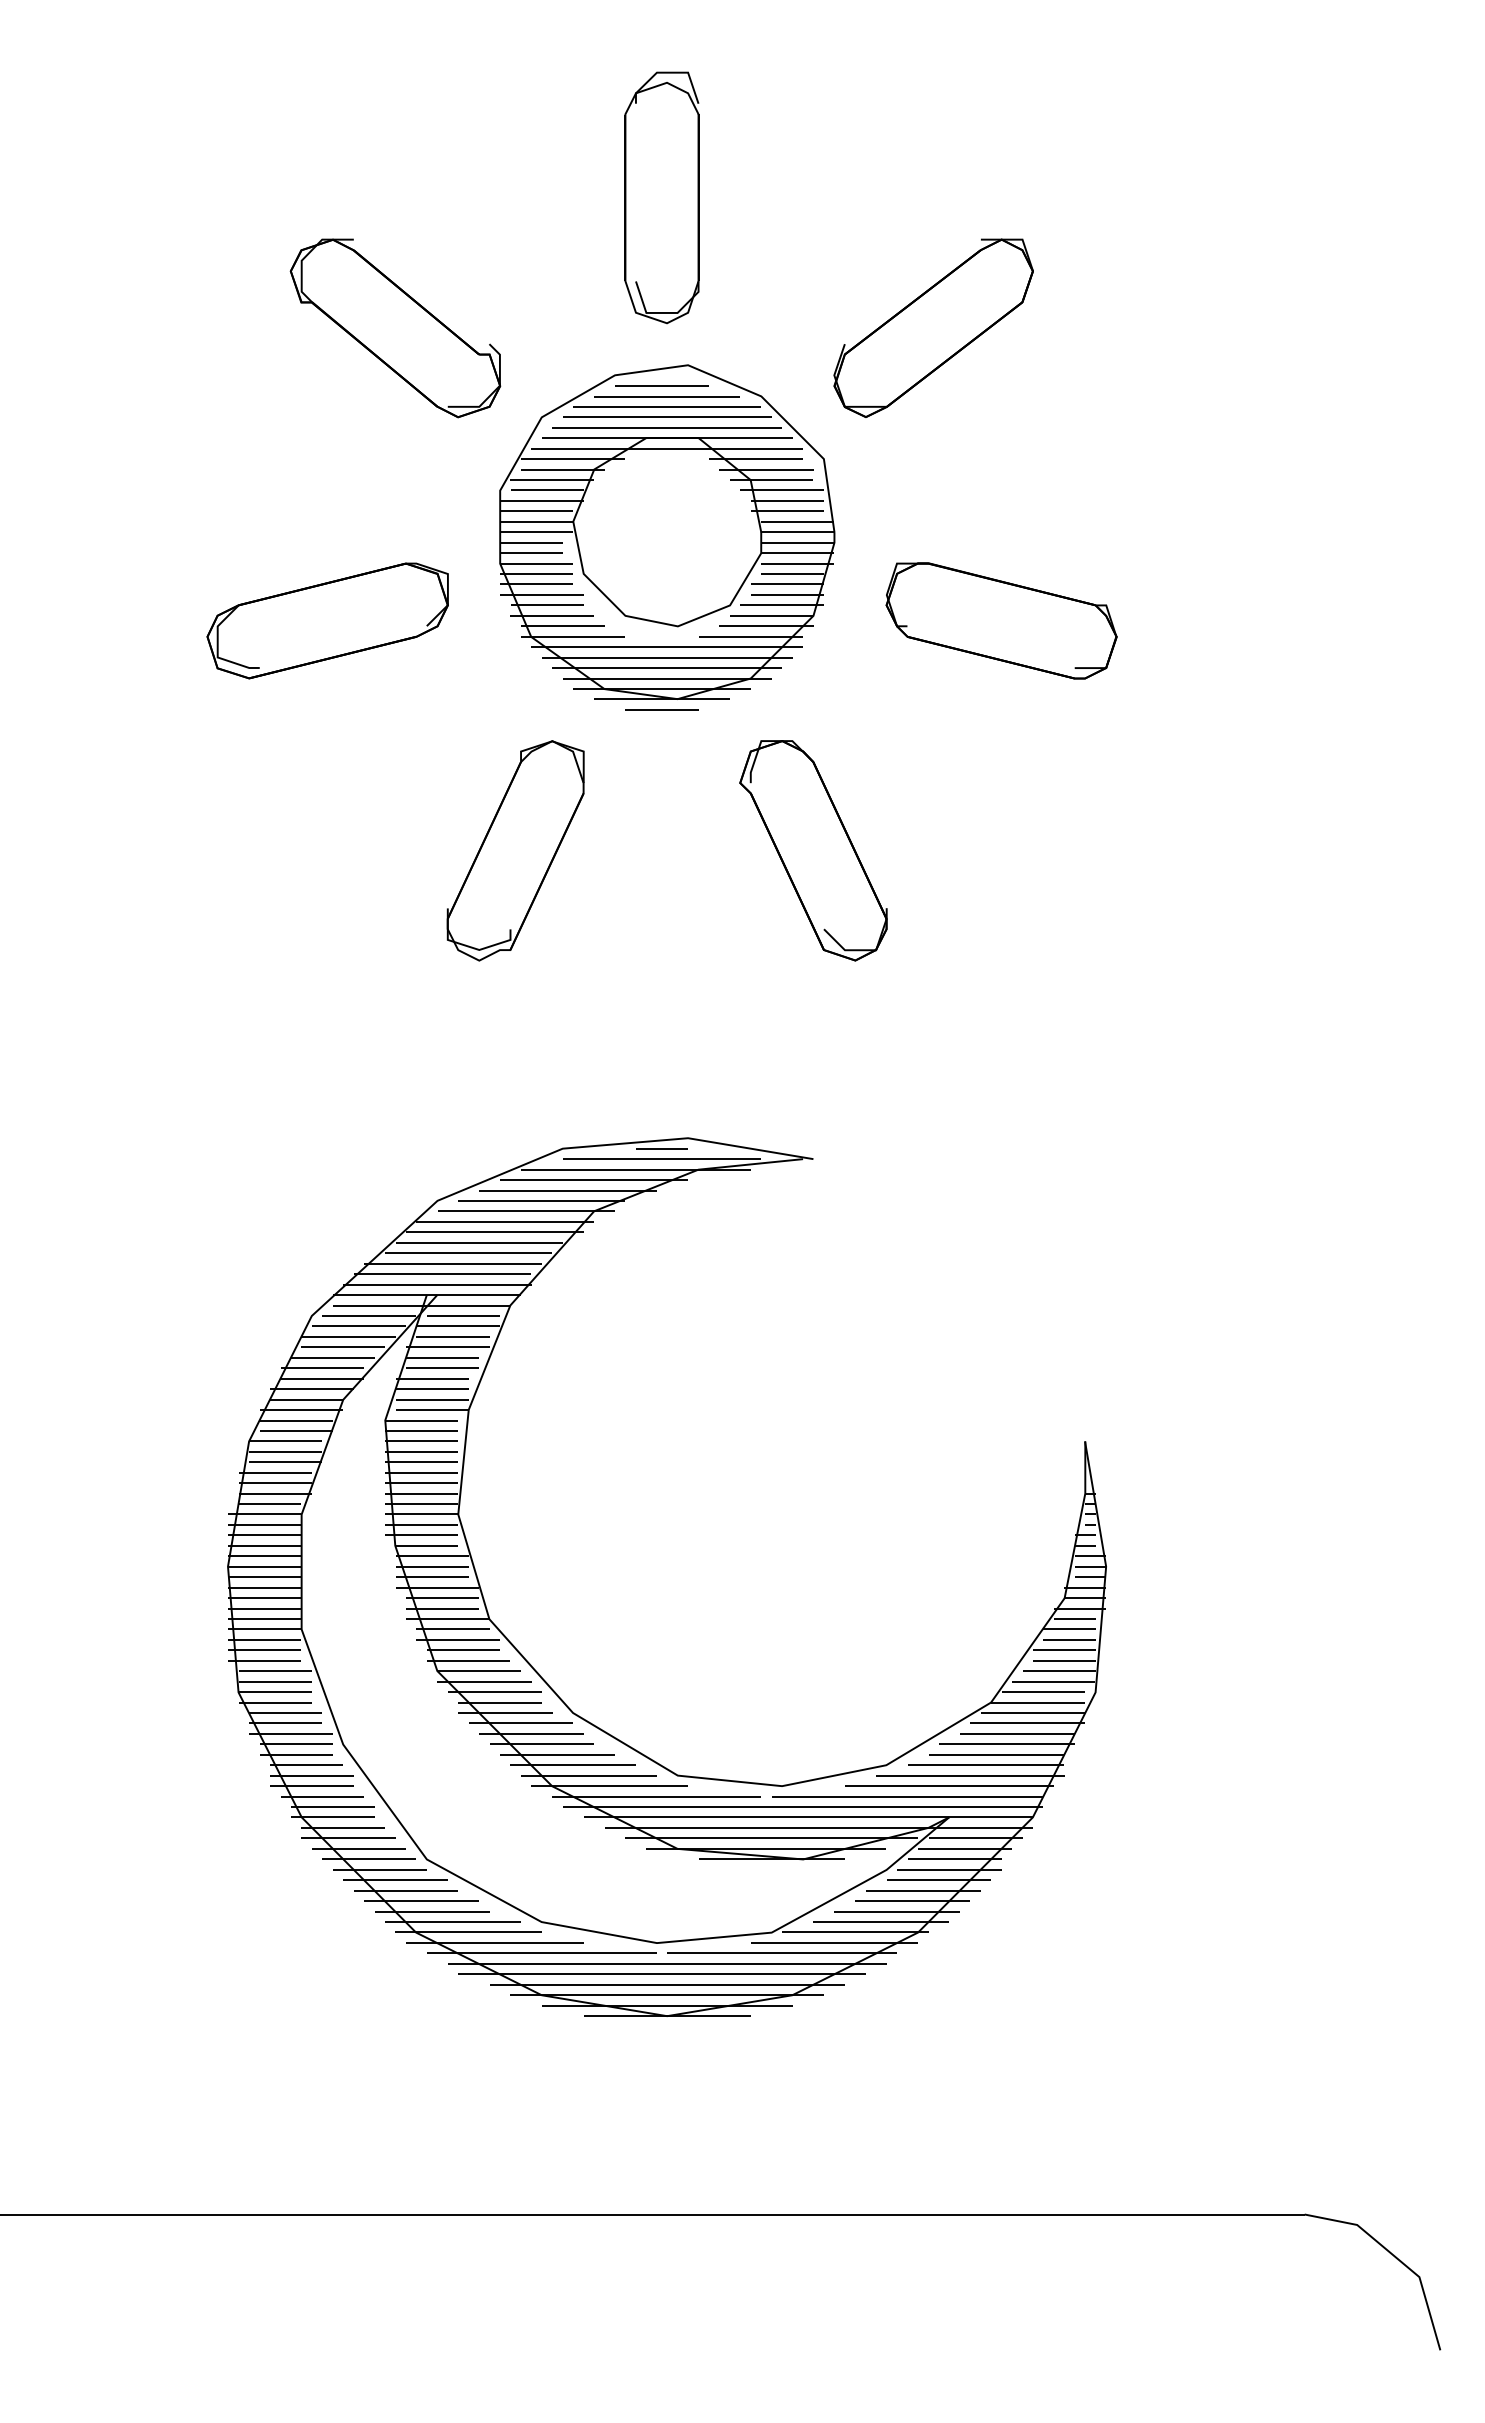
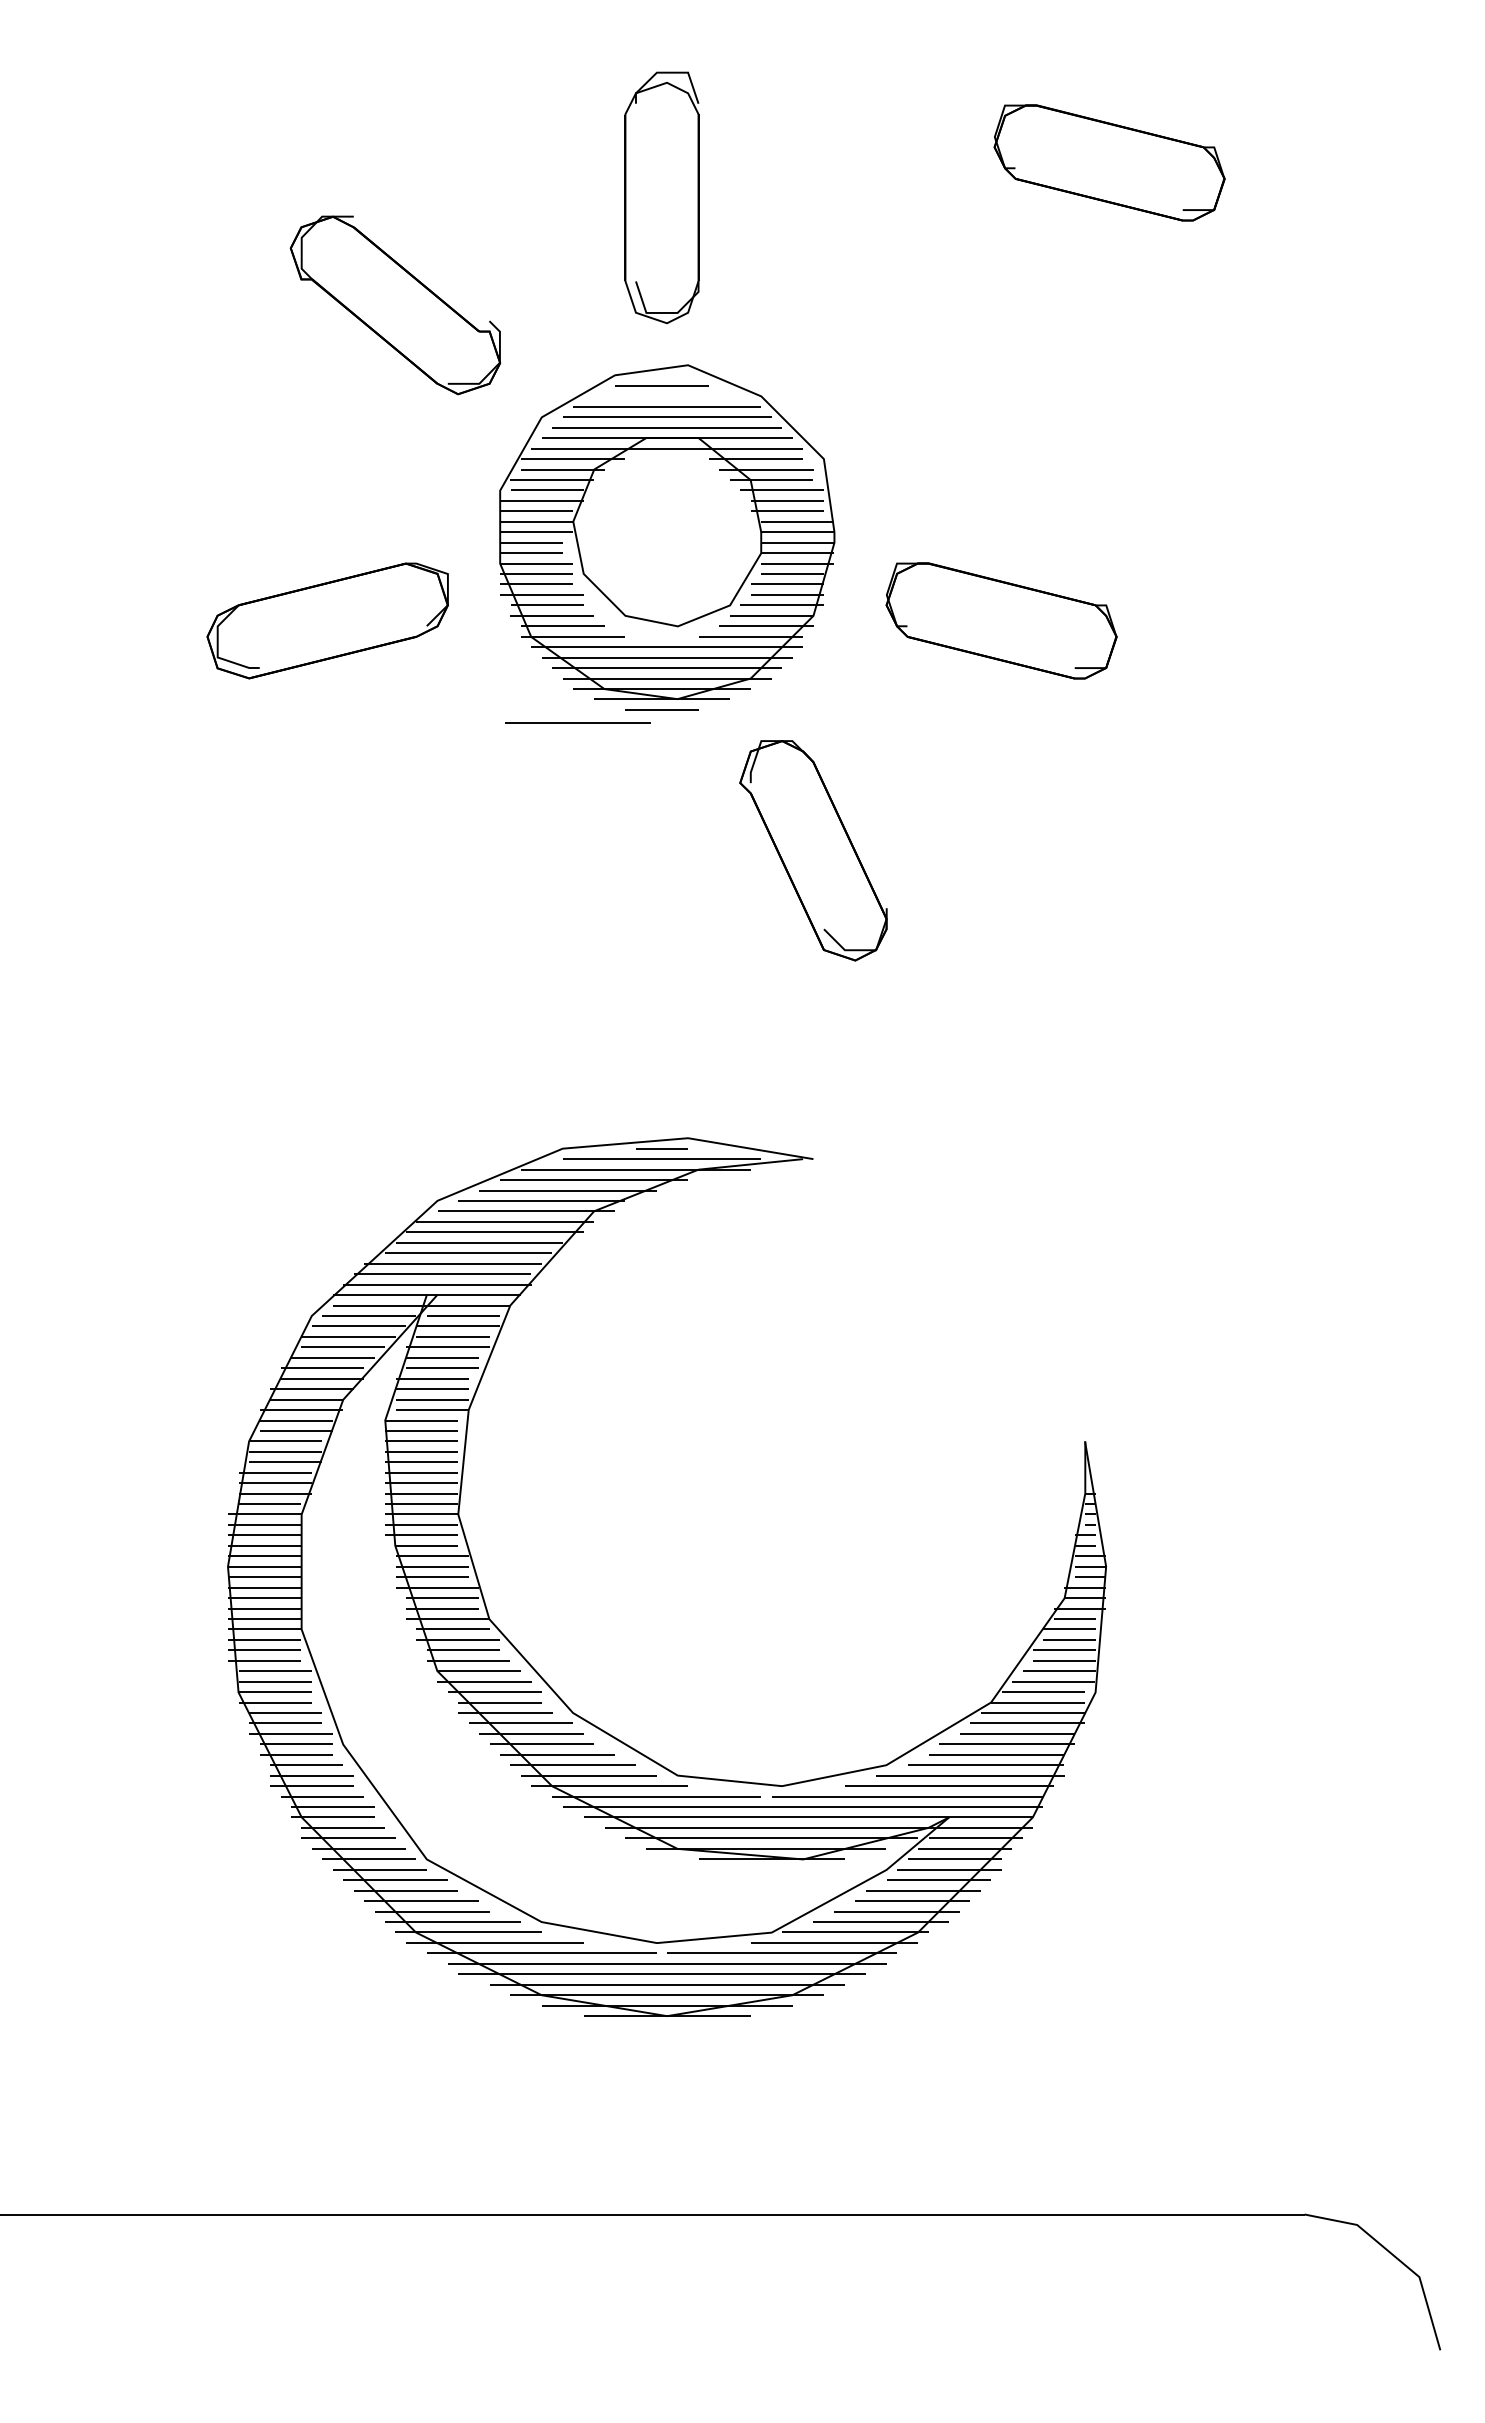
part at (1109, 162): none -> present
part at (933, 327): present -> none
part at (395, 328) position: (395, 328) -> (395, 305)
line at (666, 396) position: (666, 396) -> (577, 722)
part at (515, 850): present -> none
